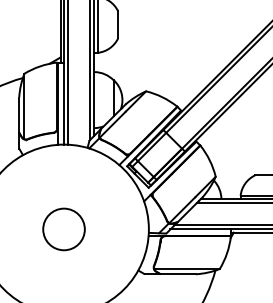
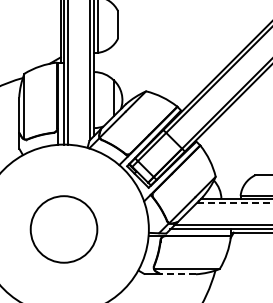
line at (234, 203): solid -> dashed
circle at (63, 229) diameter: 42 px -> 67 px
line at (178, 274): solid -> dashed
